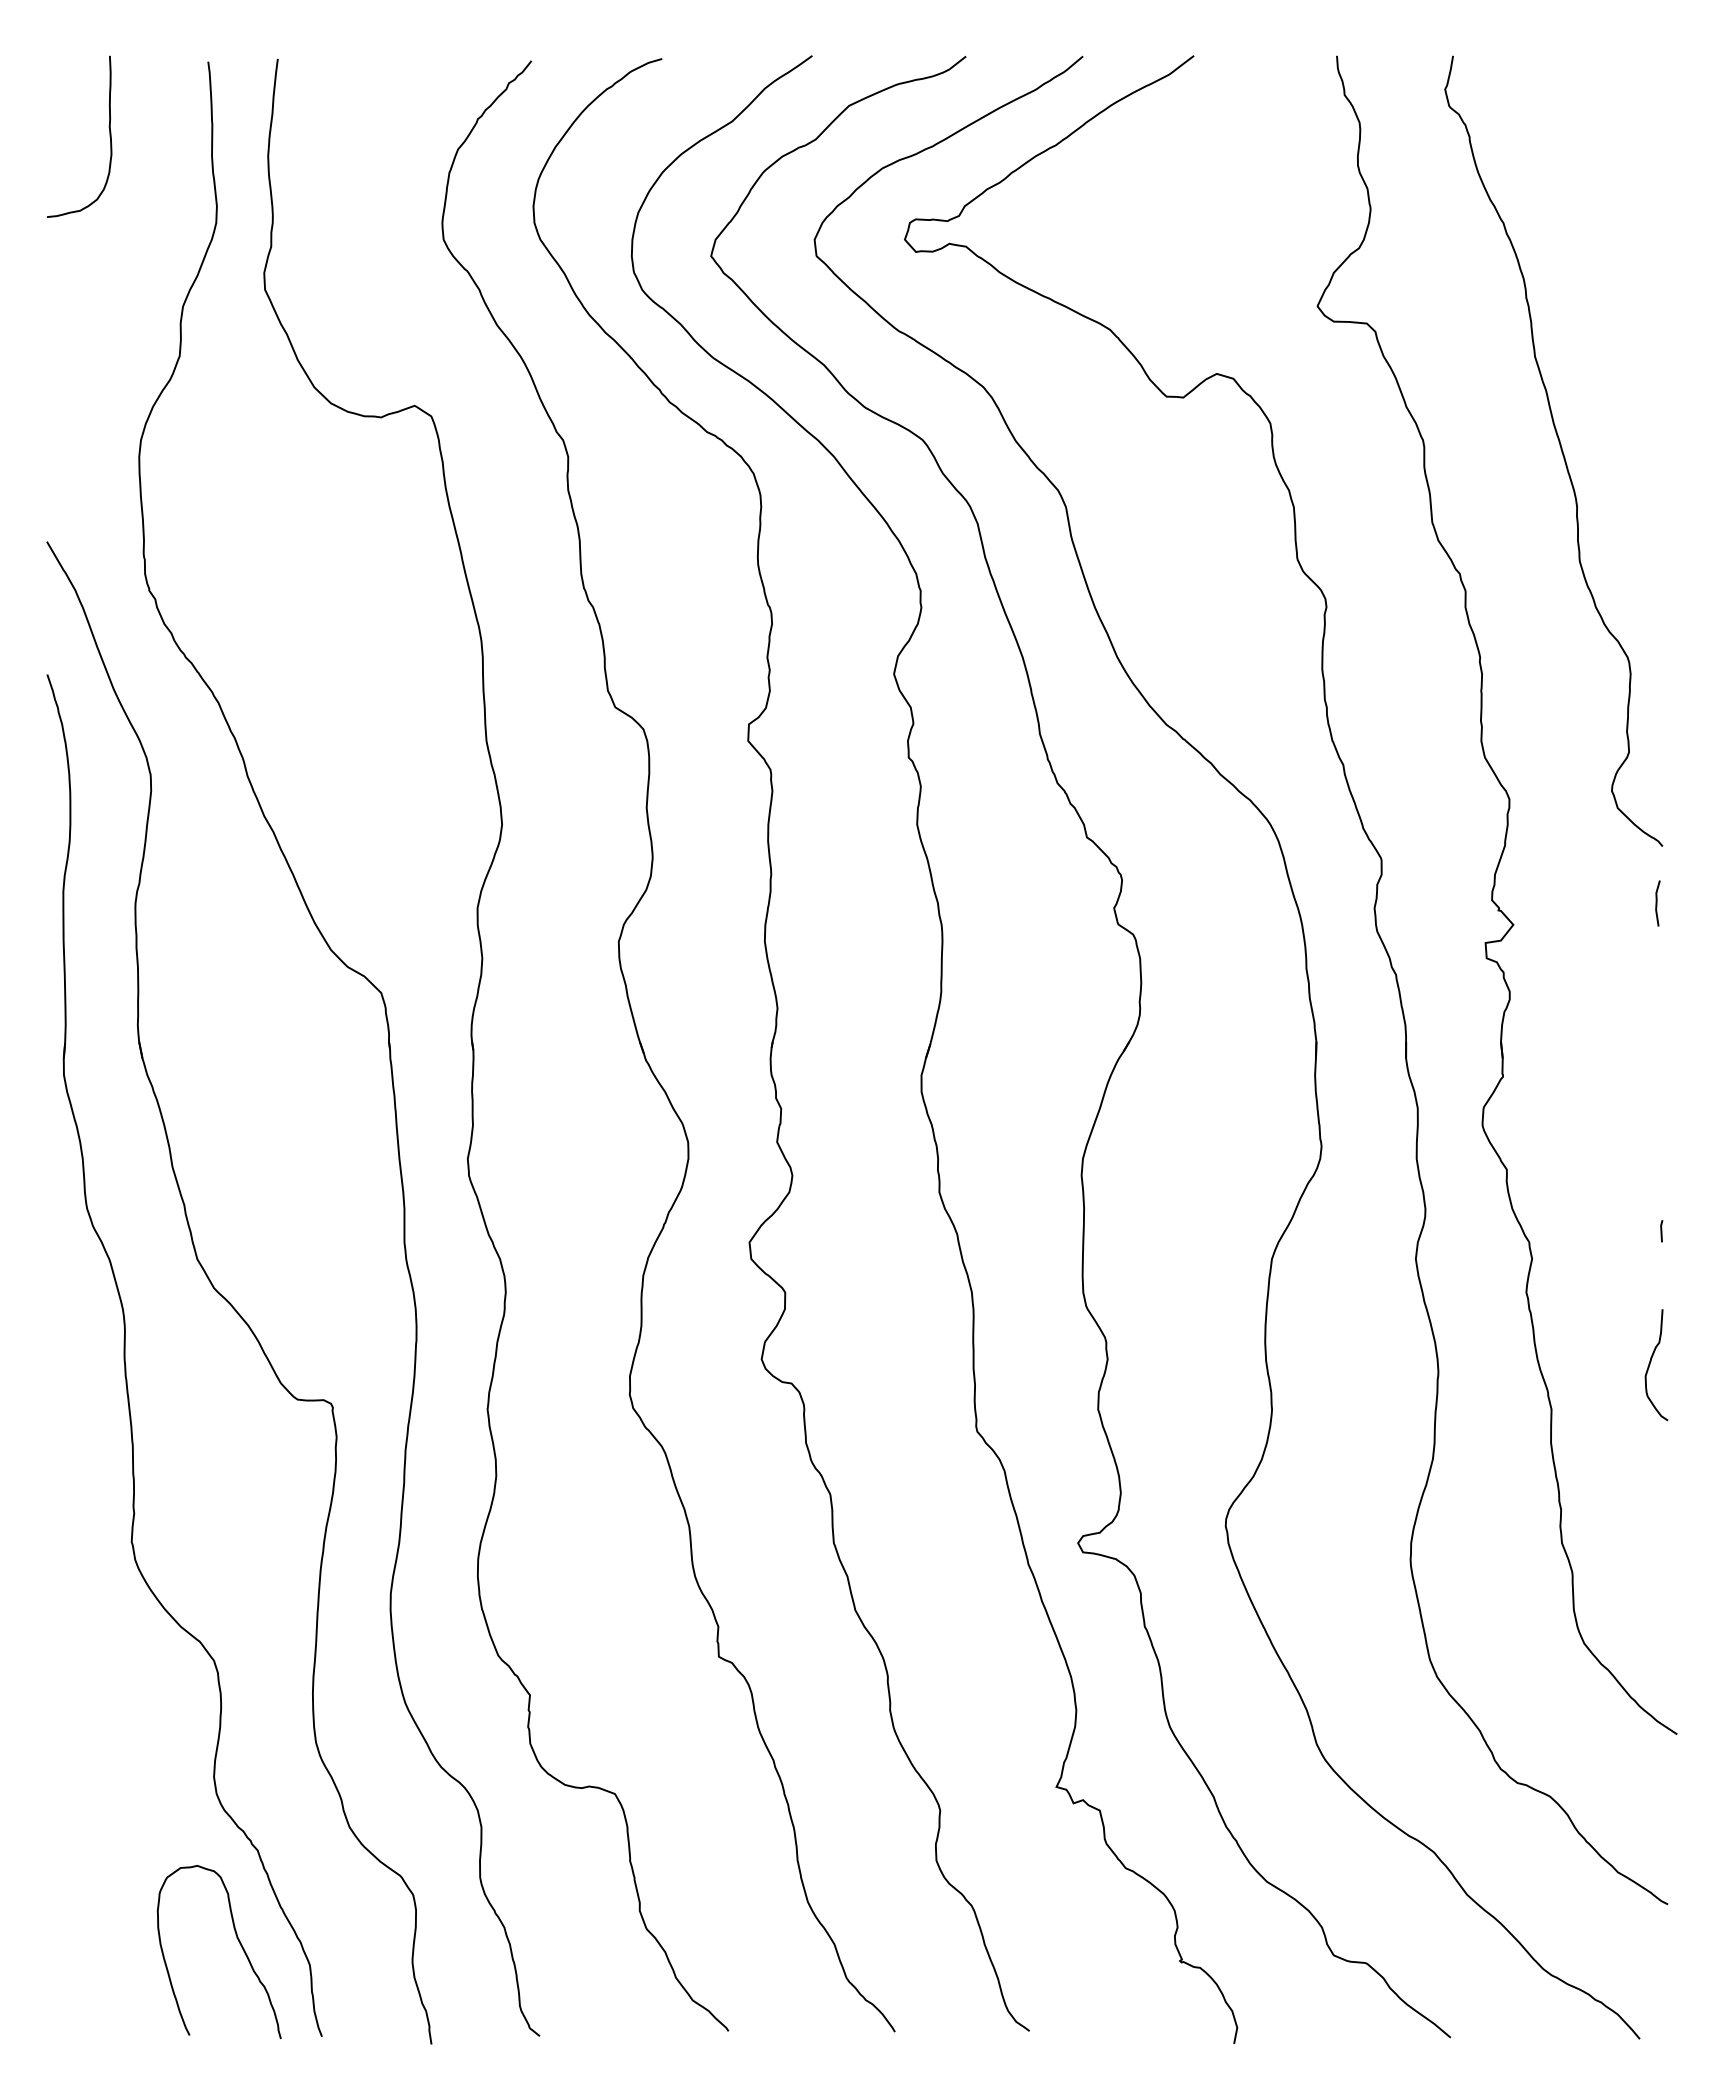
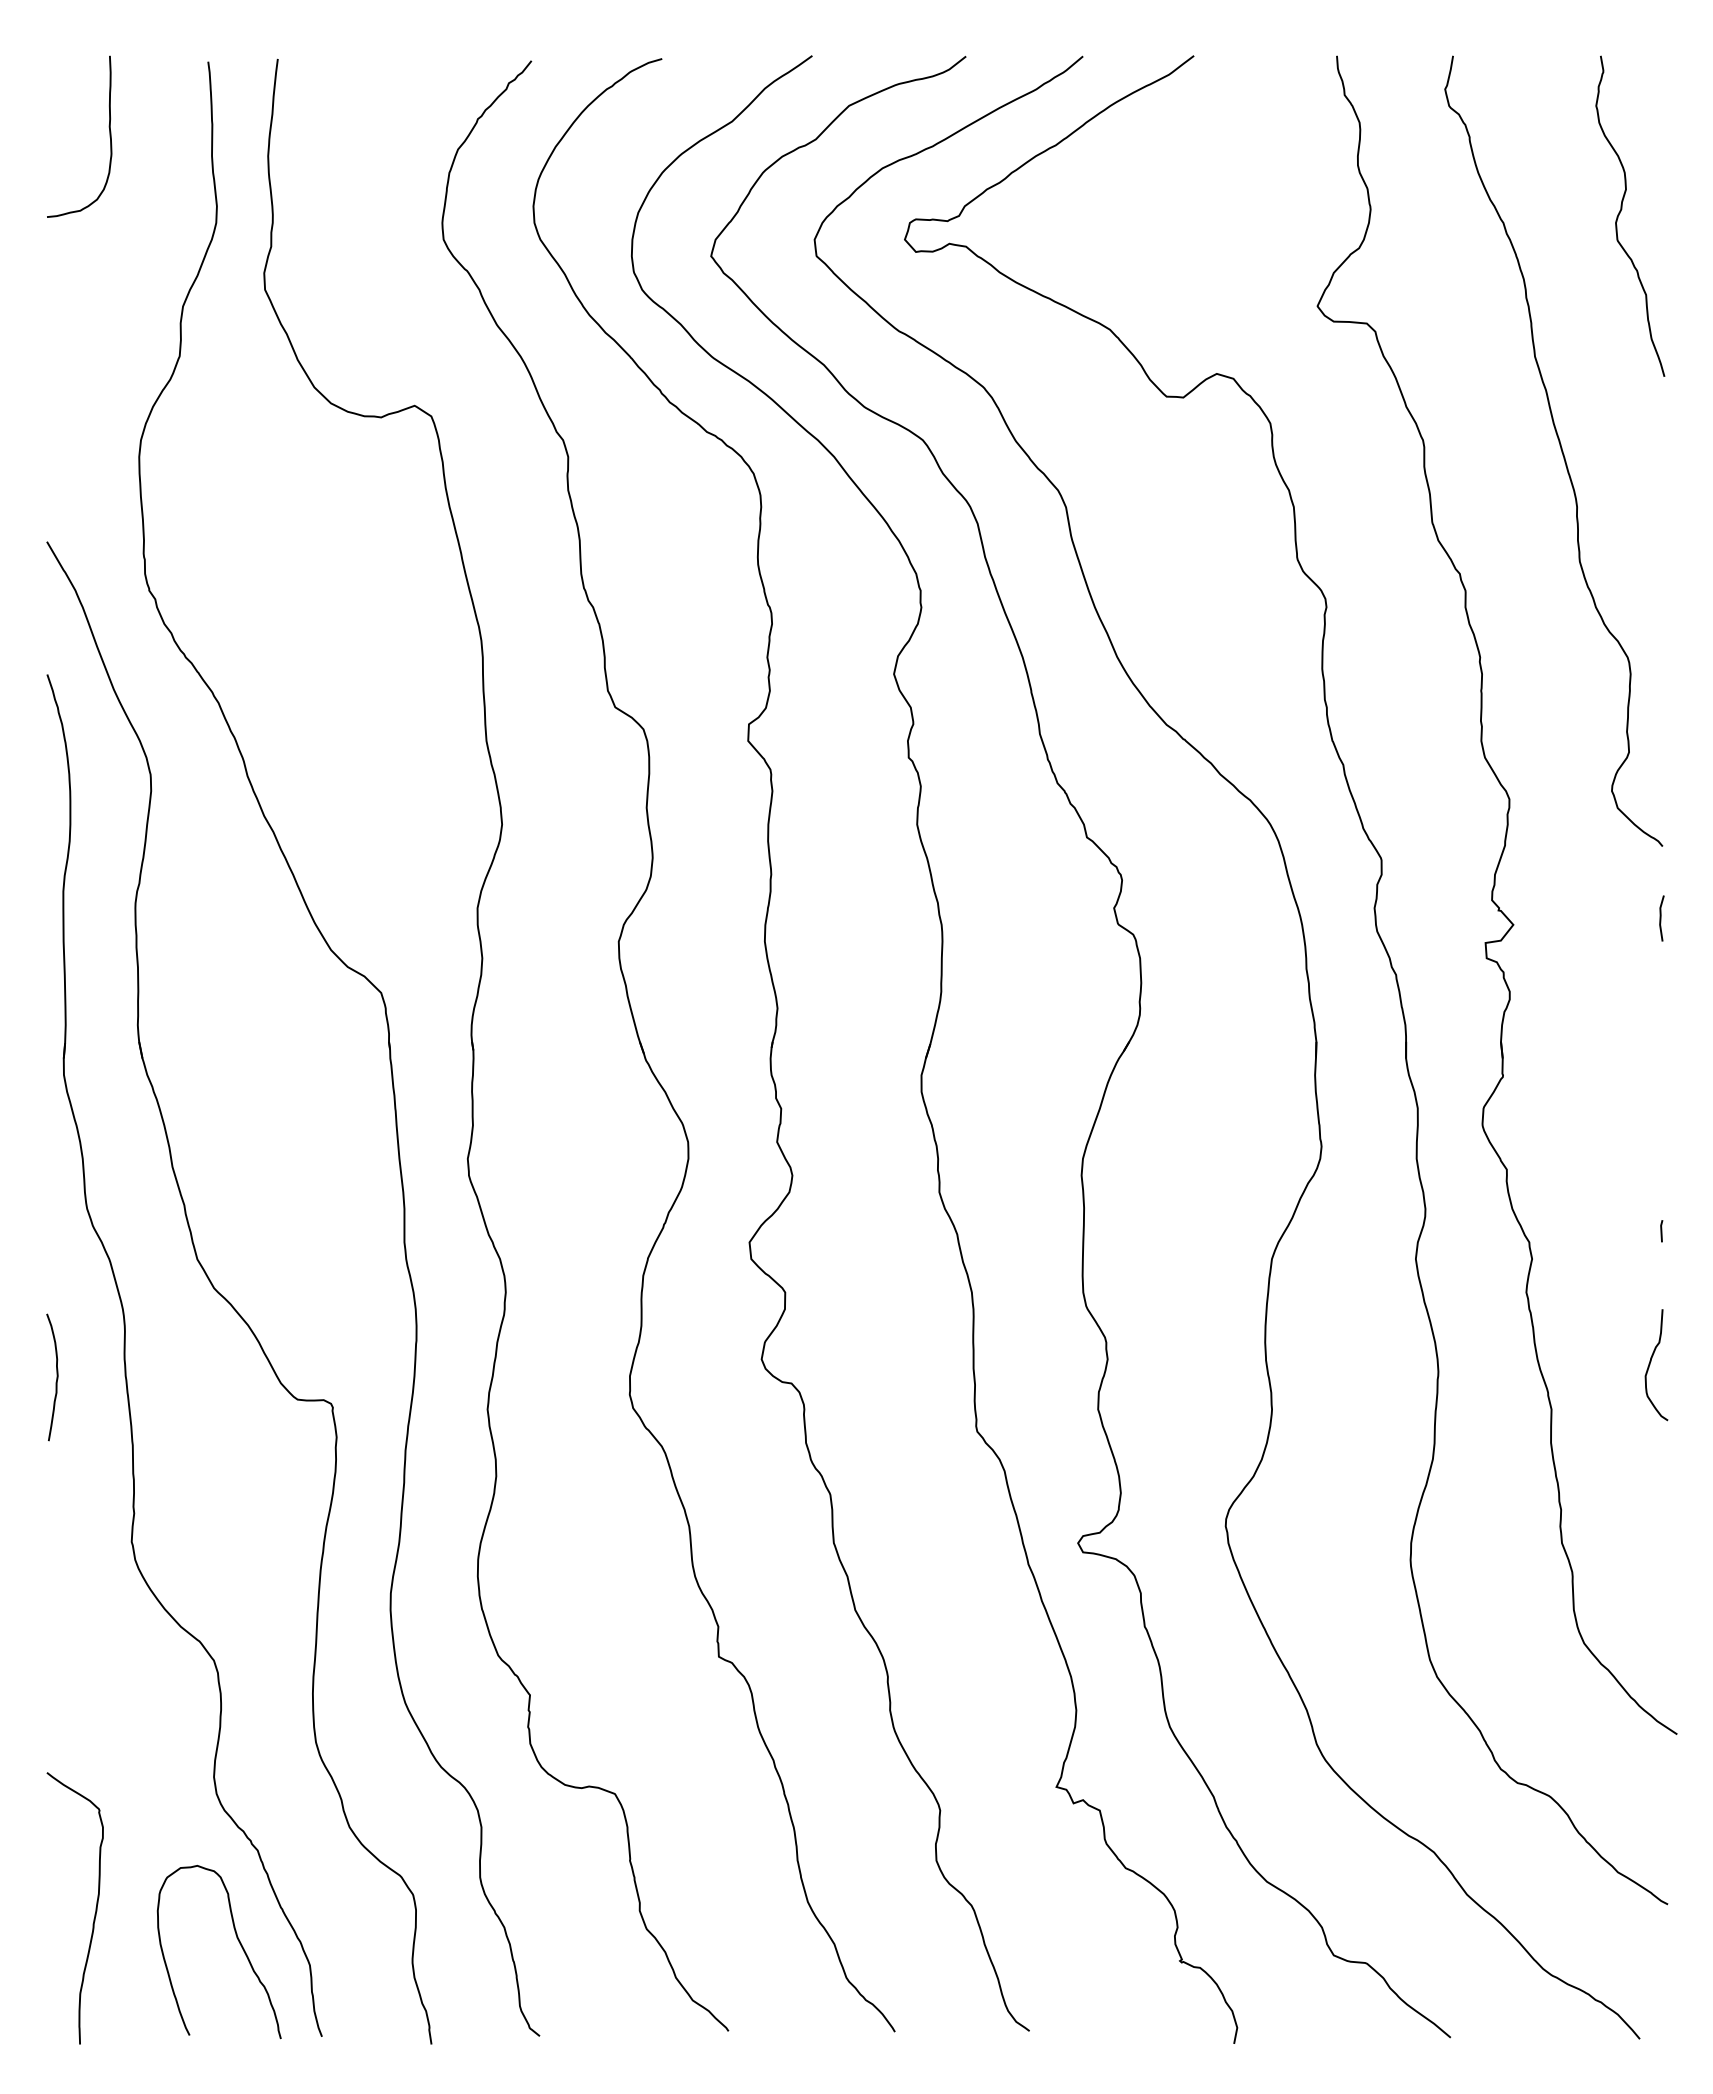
curve at (1621, 211): none -> present
line at (1657, 903) position: (1657, 903) -> (1661, 918)
curve at (56, 1377): none -> present
curve at (94, 1913): none -> present
